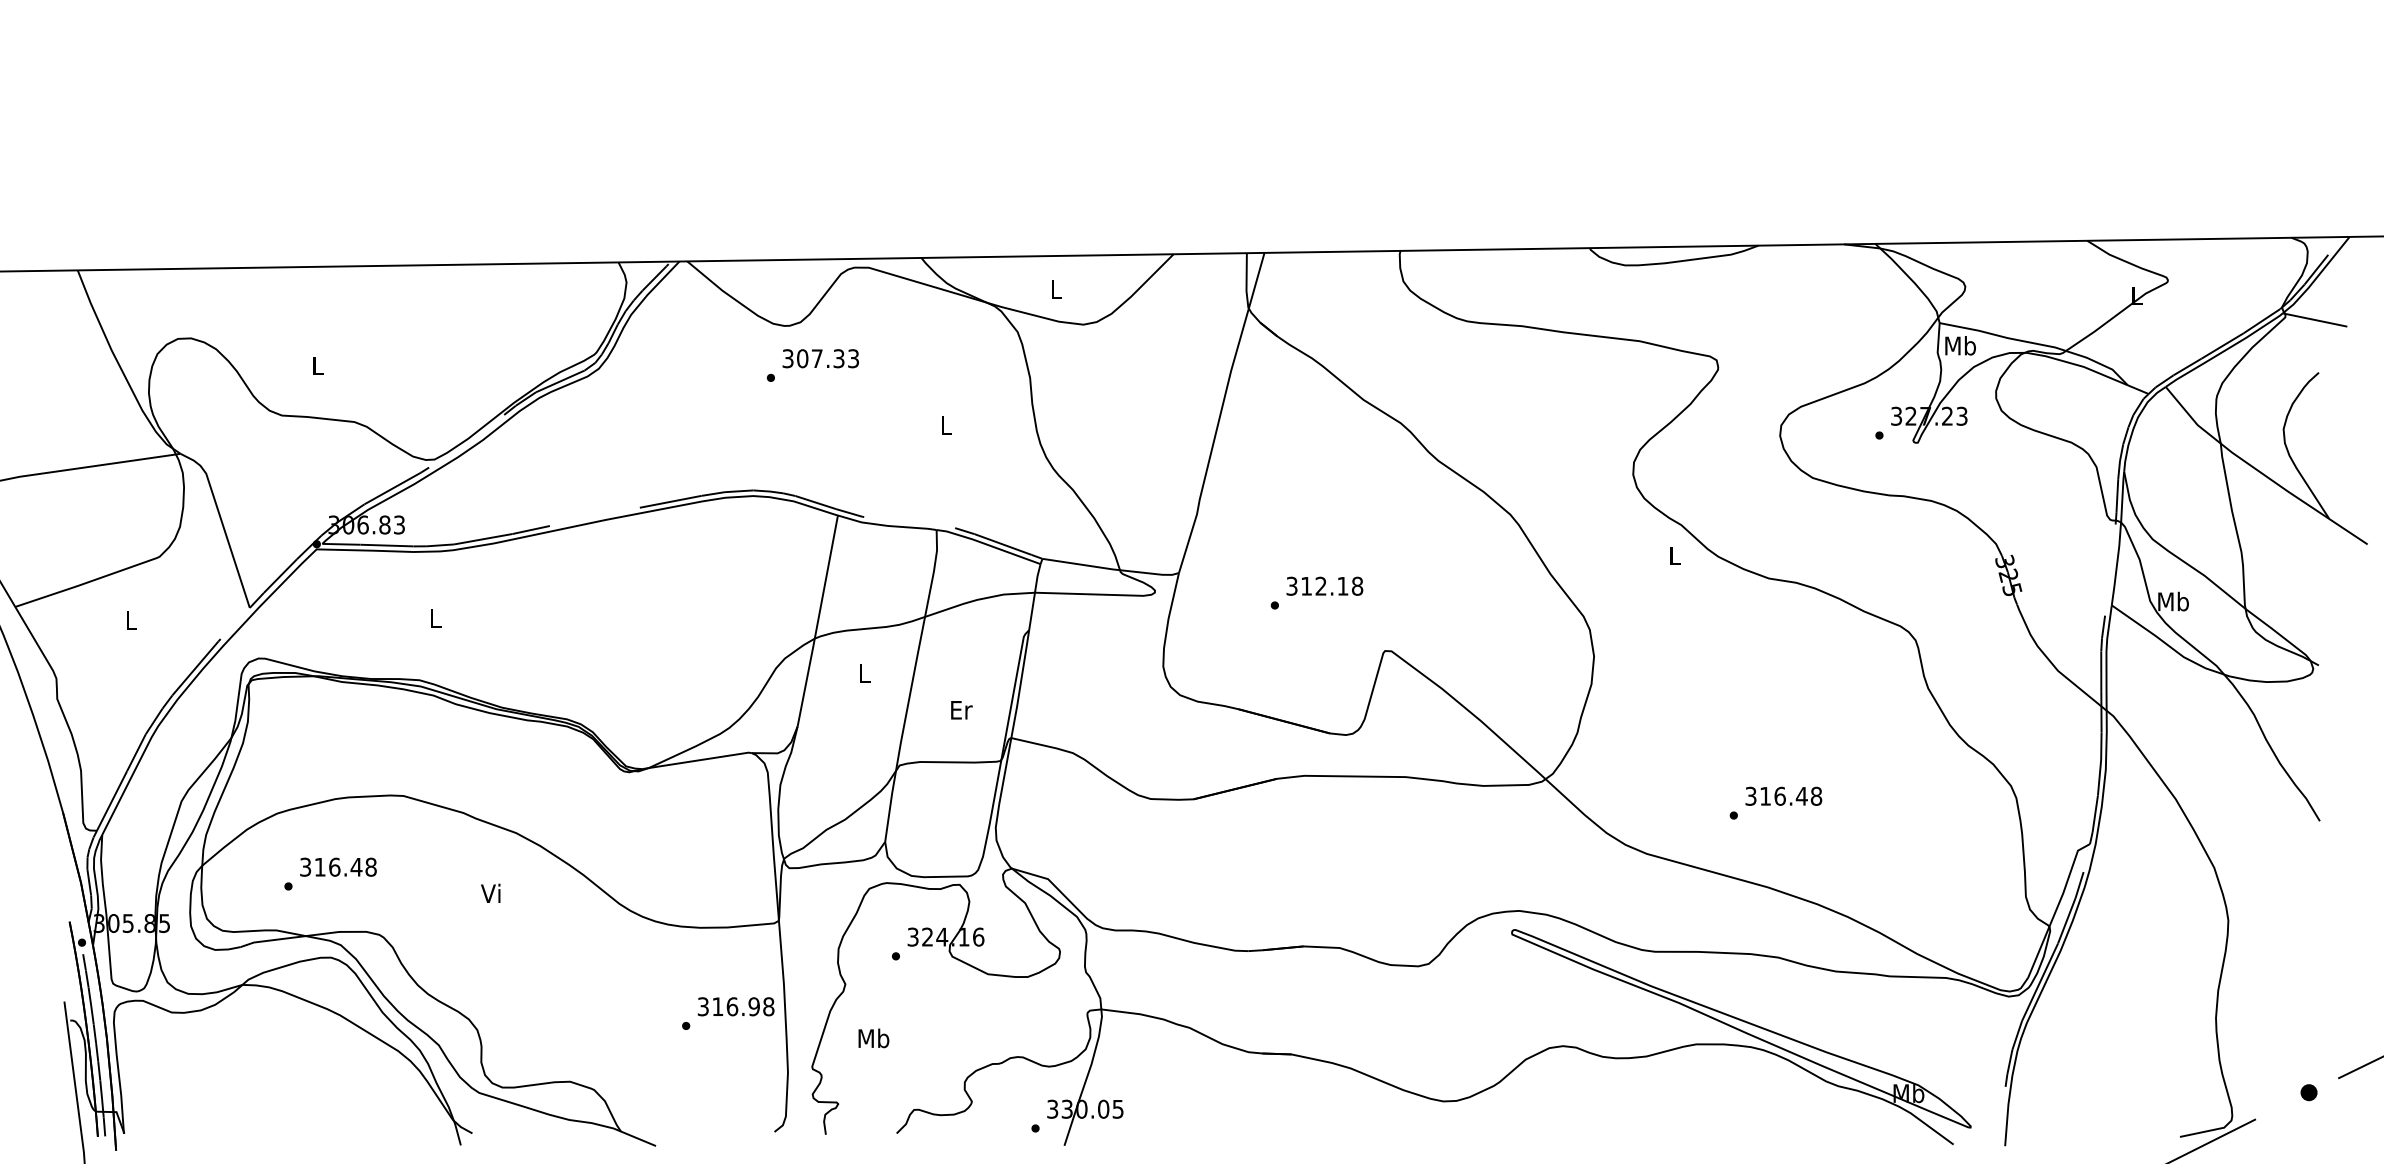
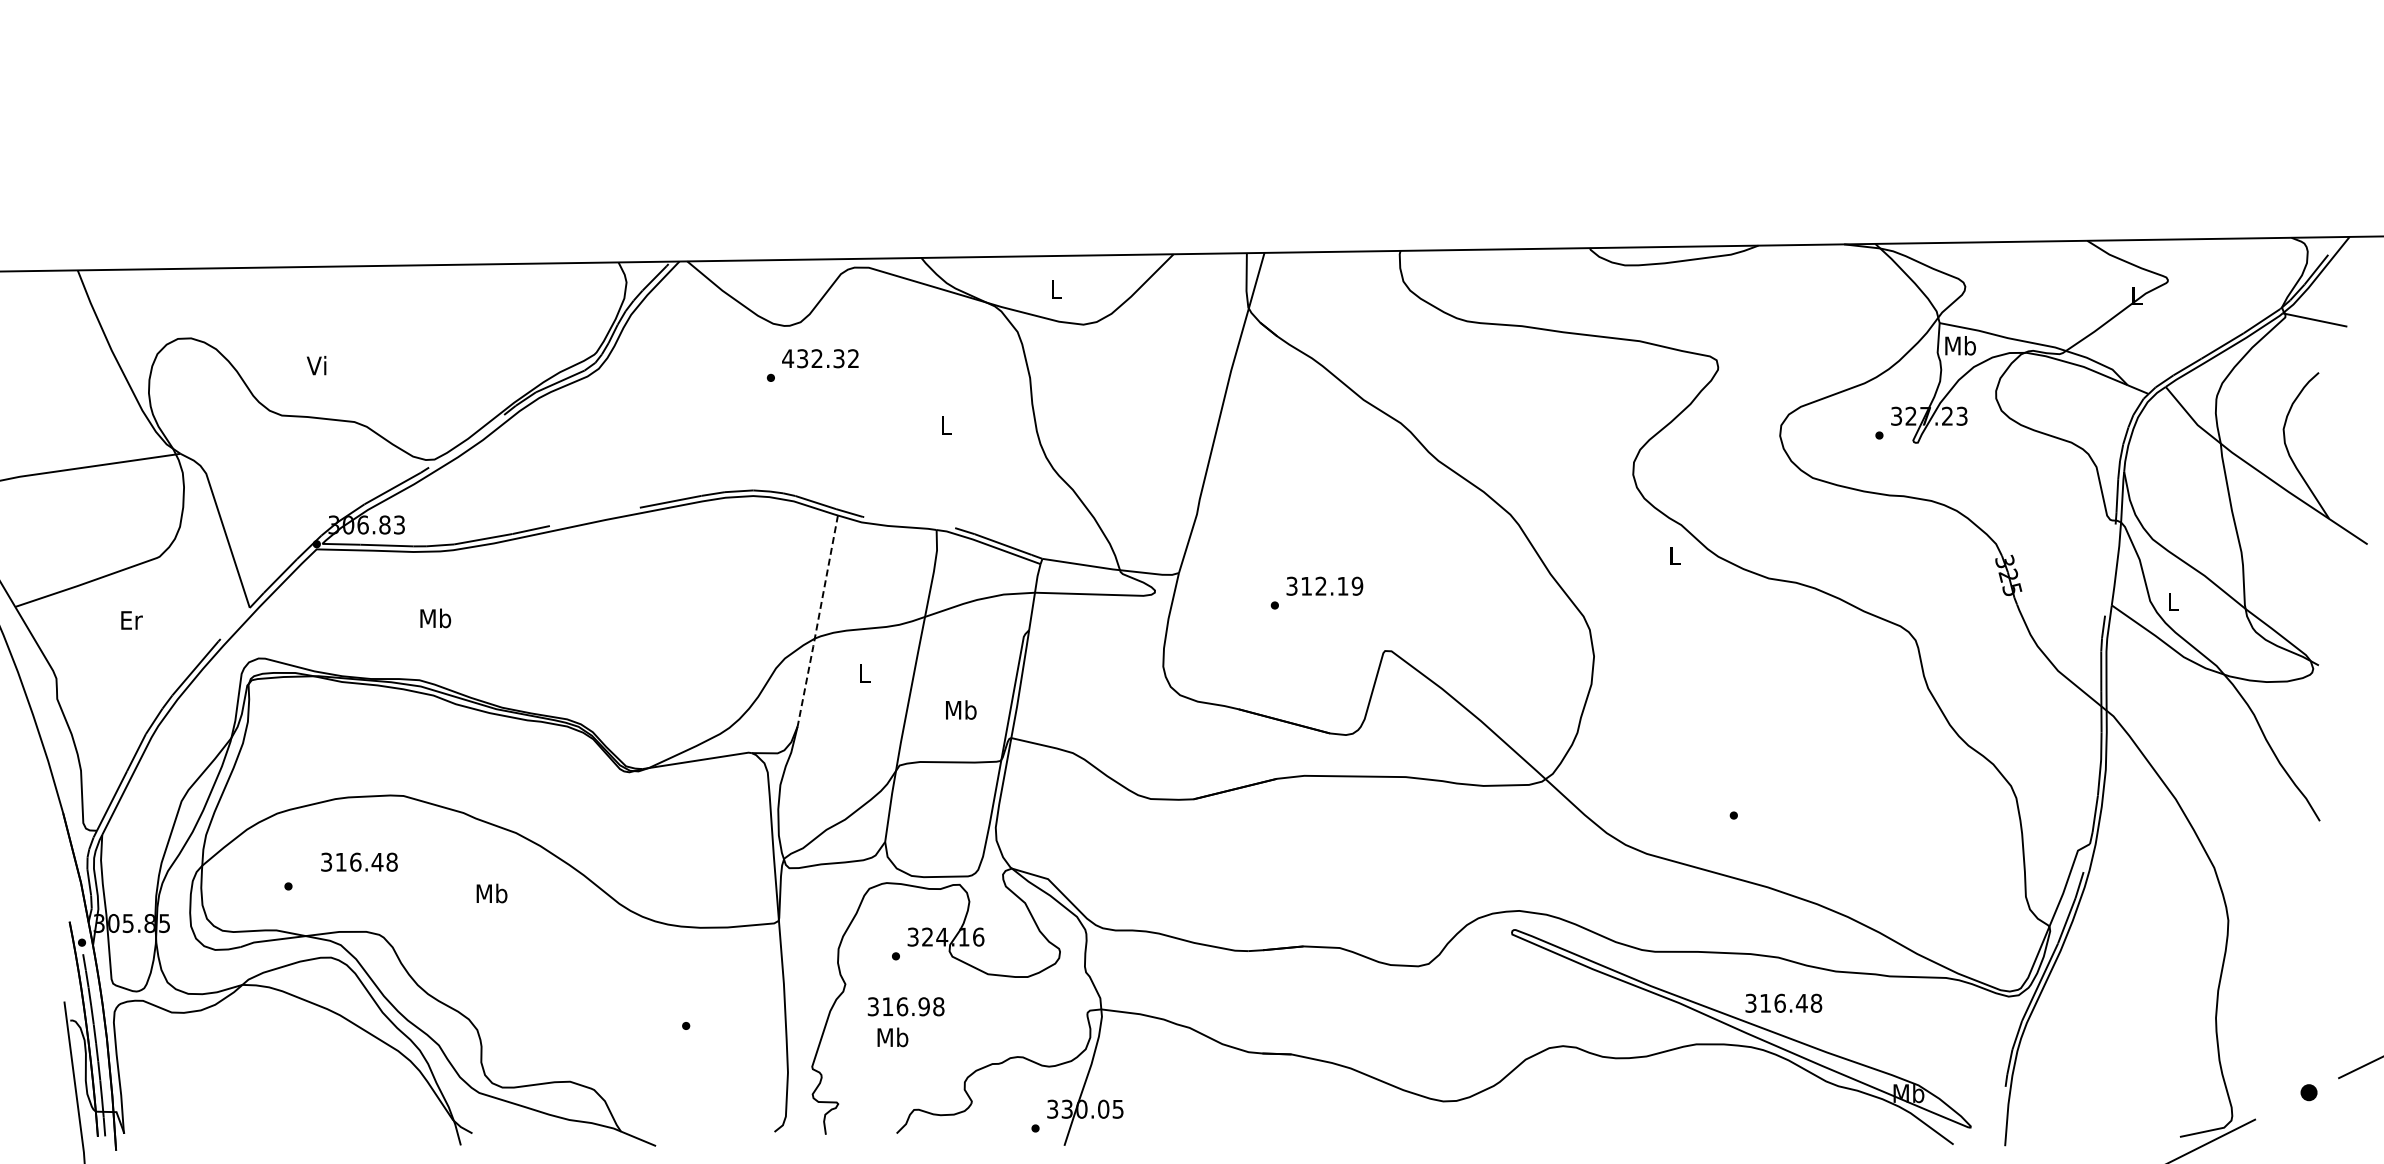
text at (820, 358): 307.33 -> 432.32
text at (316, 365): L -> Vi
text at (1357, 586): 312.18 -> 312.19
text at (2173, 601): Mb -> L
text at (435, 618): L -> Mb
text at (131, 620): L -> Er
line at (817, 621): solid -> dashed
text at (961, 709): Er -> Mb
text at (1783, 795) position: (1783, 795) -> (1783, 1002)
text at (338, 866) position: (338, 866) -> (359, 861)
text at (491, 893): Vi -> Mb
text at (735, 1006) position: (735, 1006) -> (905, 1006)
text at (873, 1038) position: (873, 1038) -> (892, 1037)
